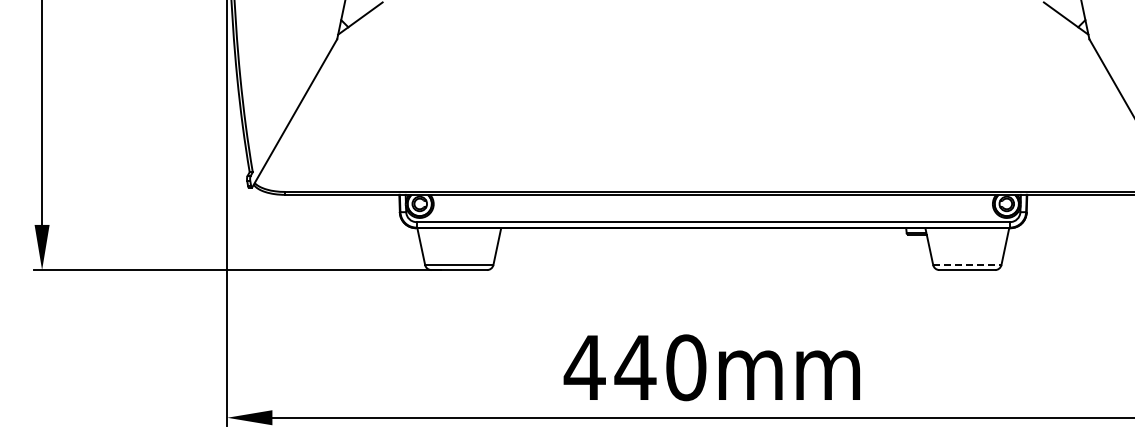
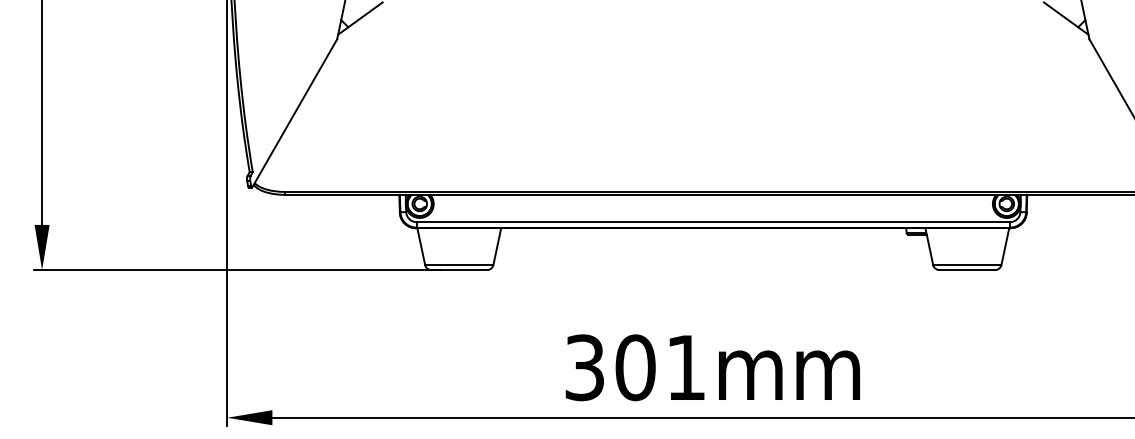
line at (967, 264): dashed -> solid
text at (634, 367): 440mm -> 301mm
